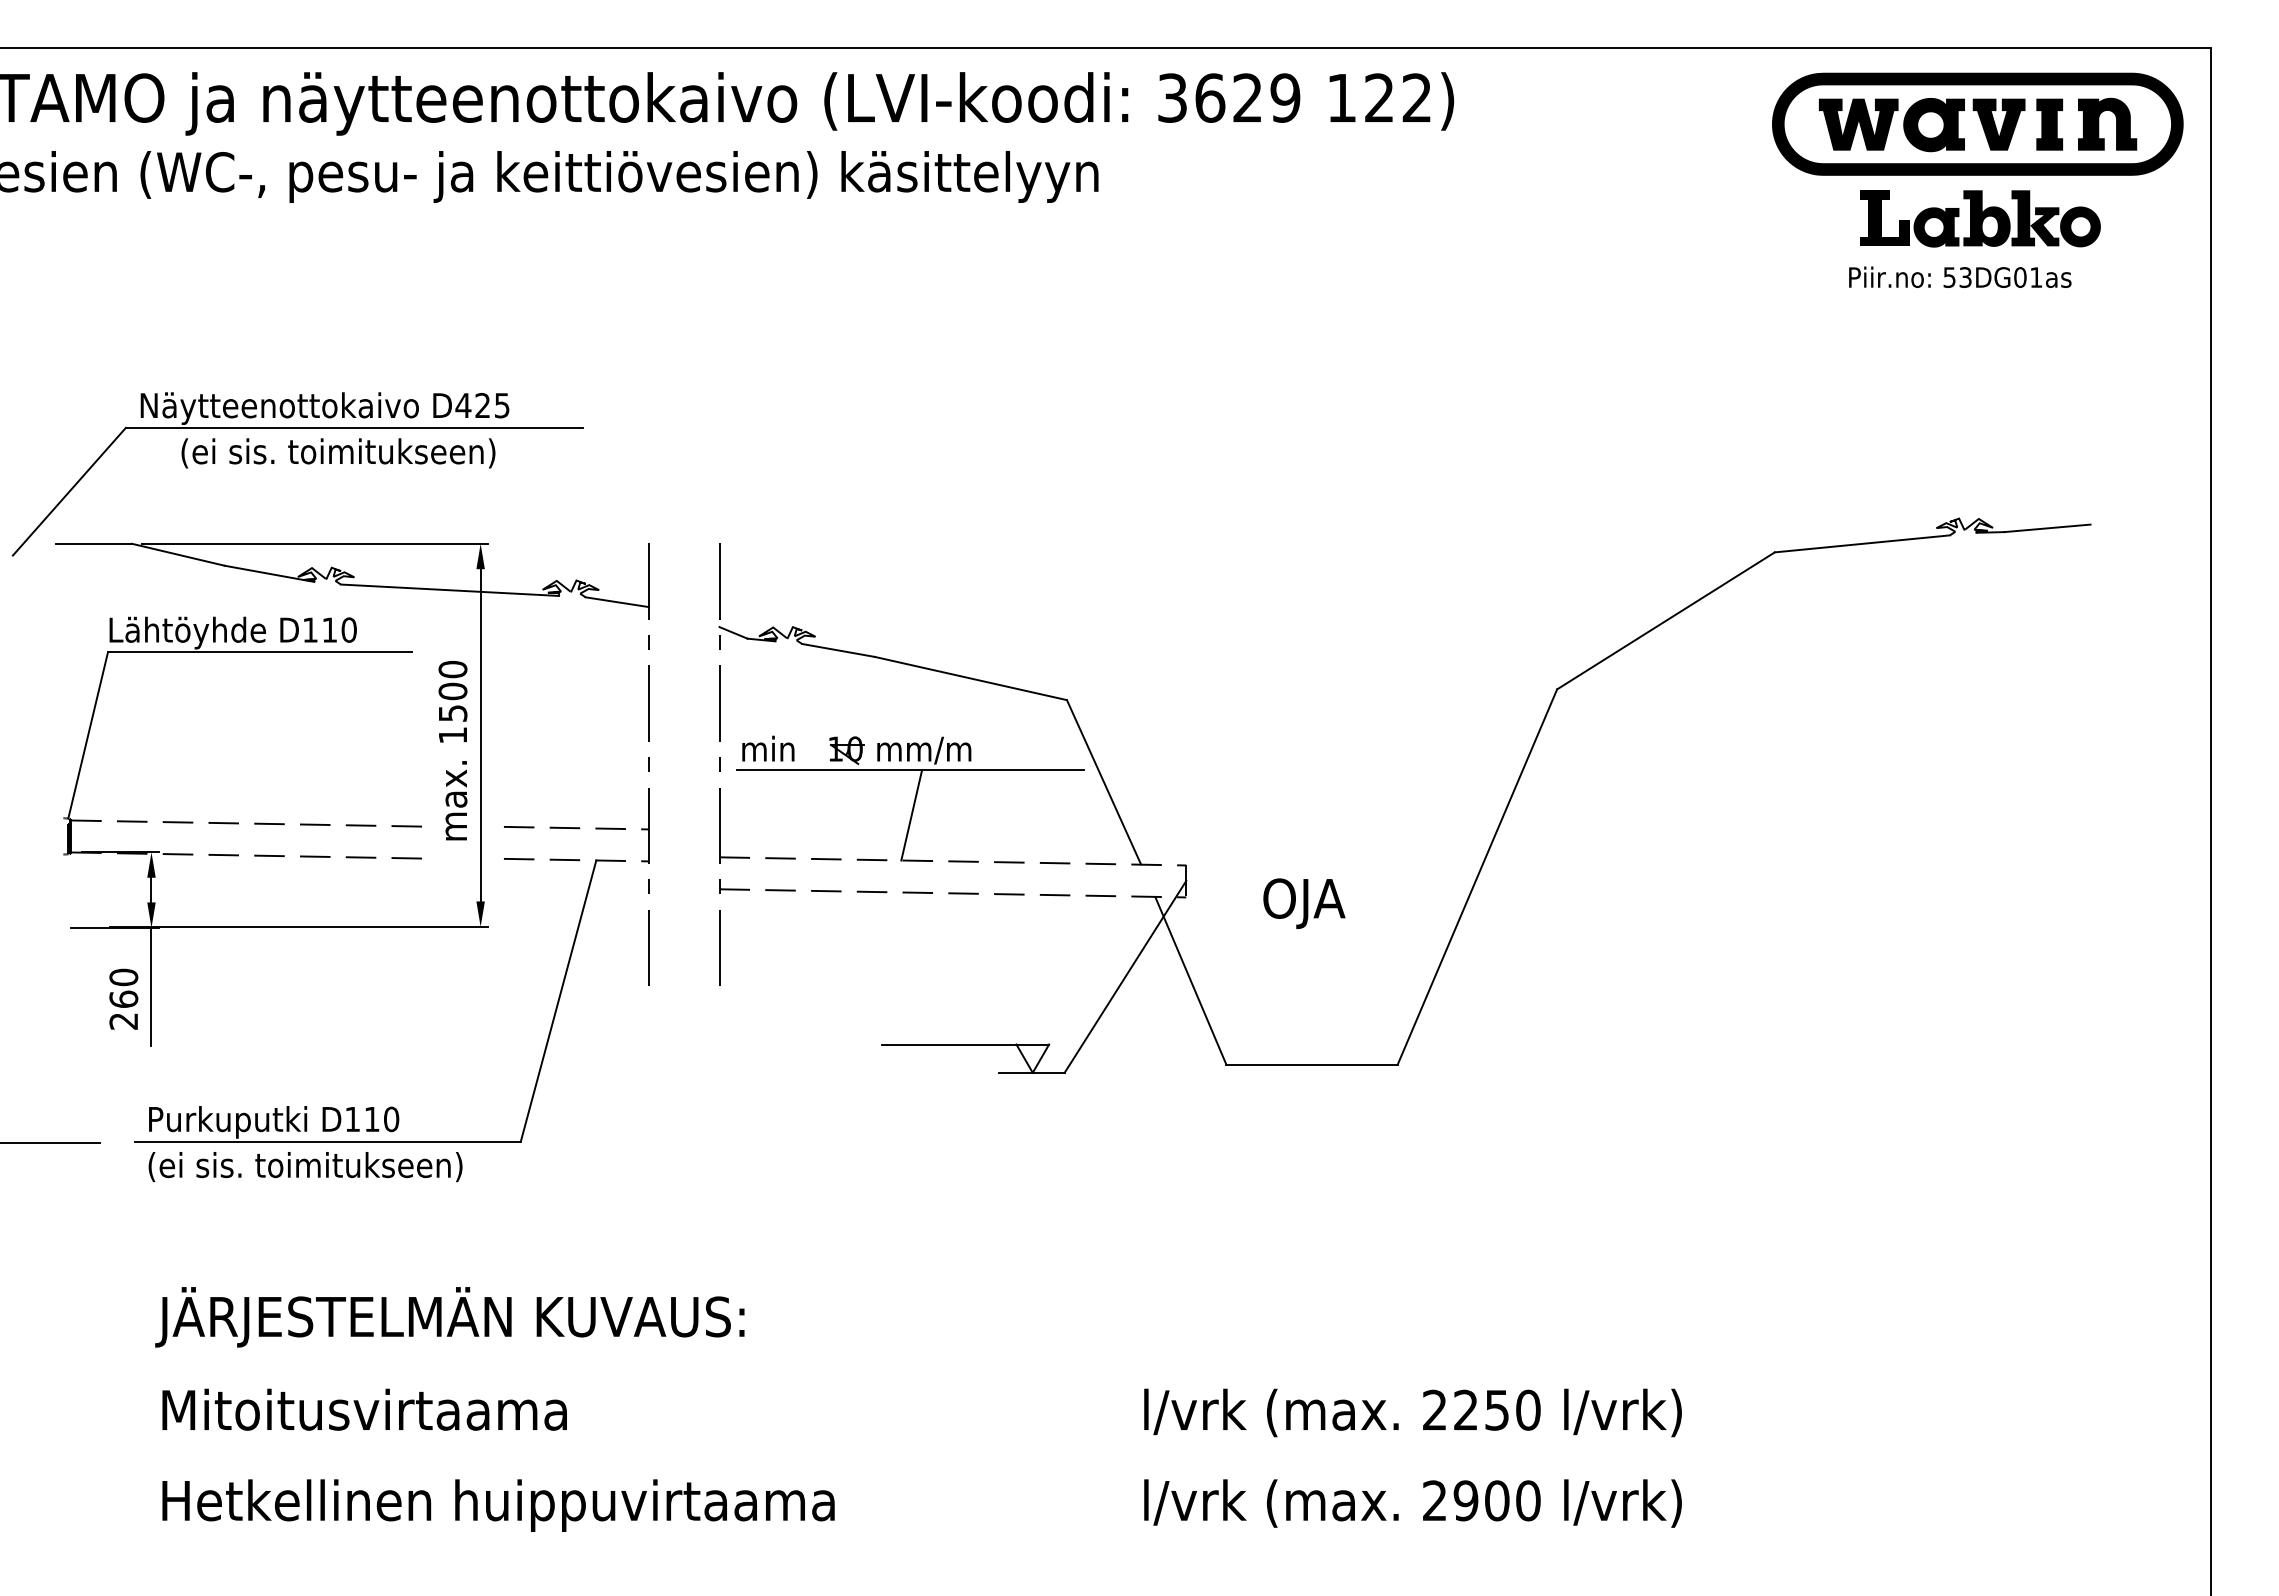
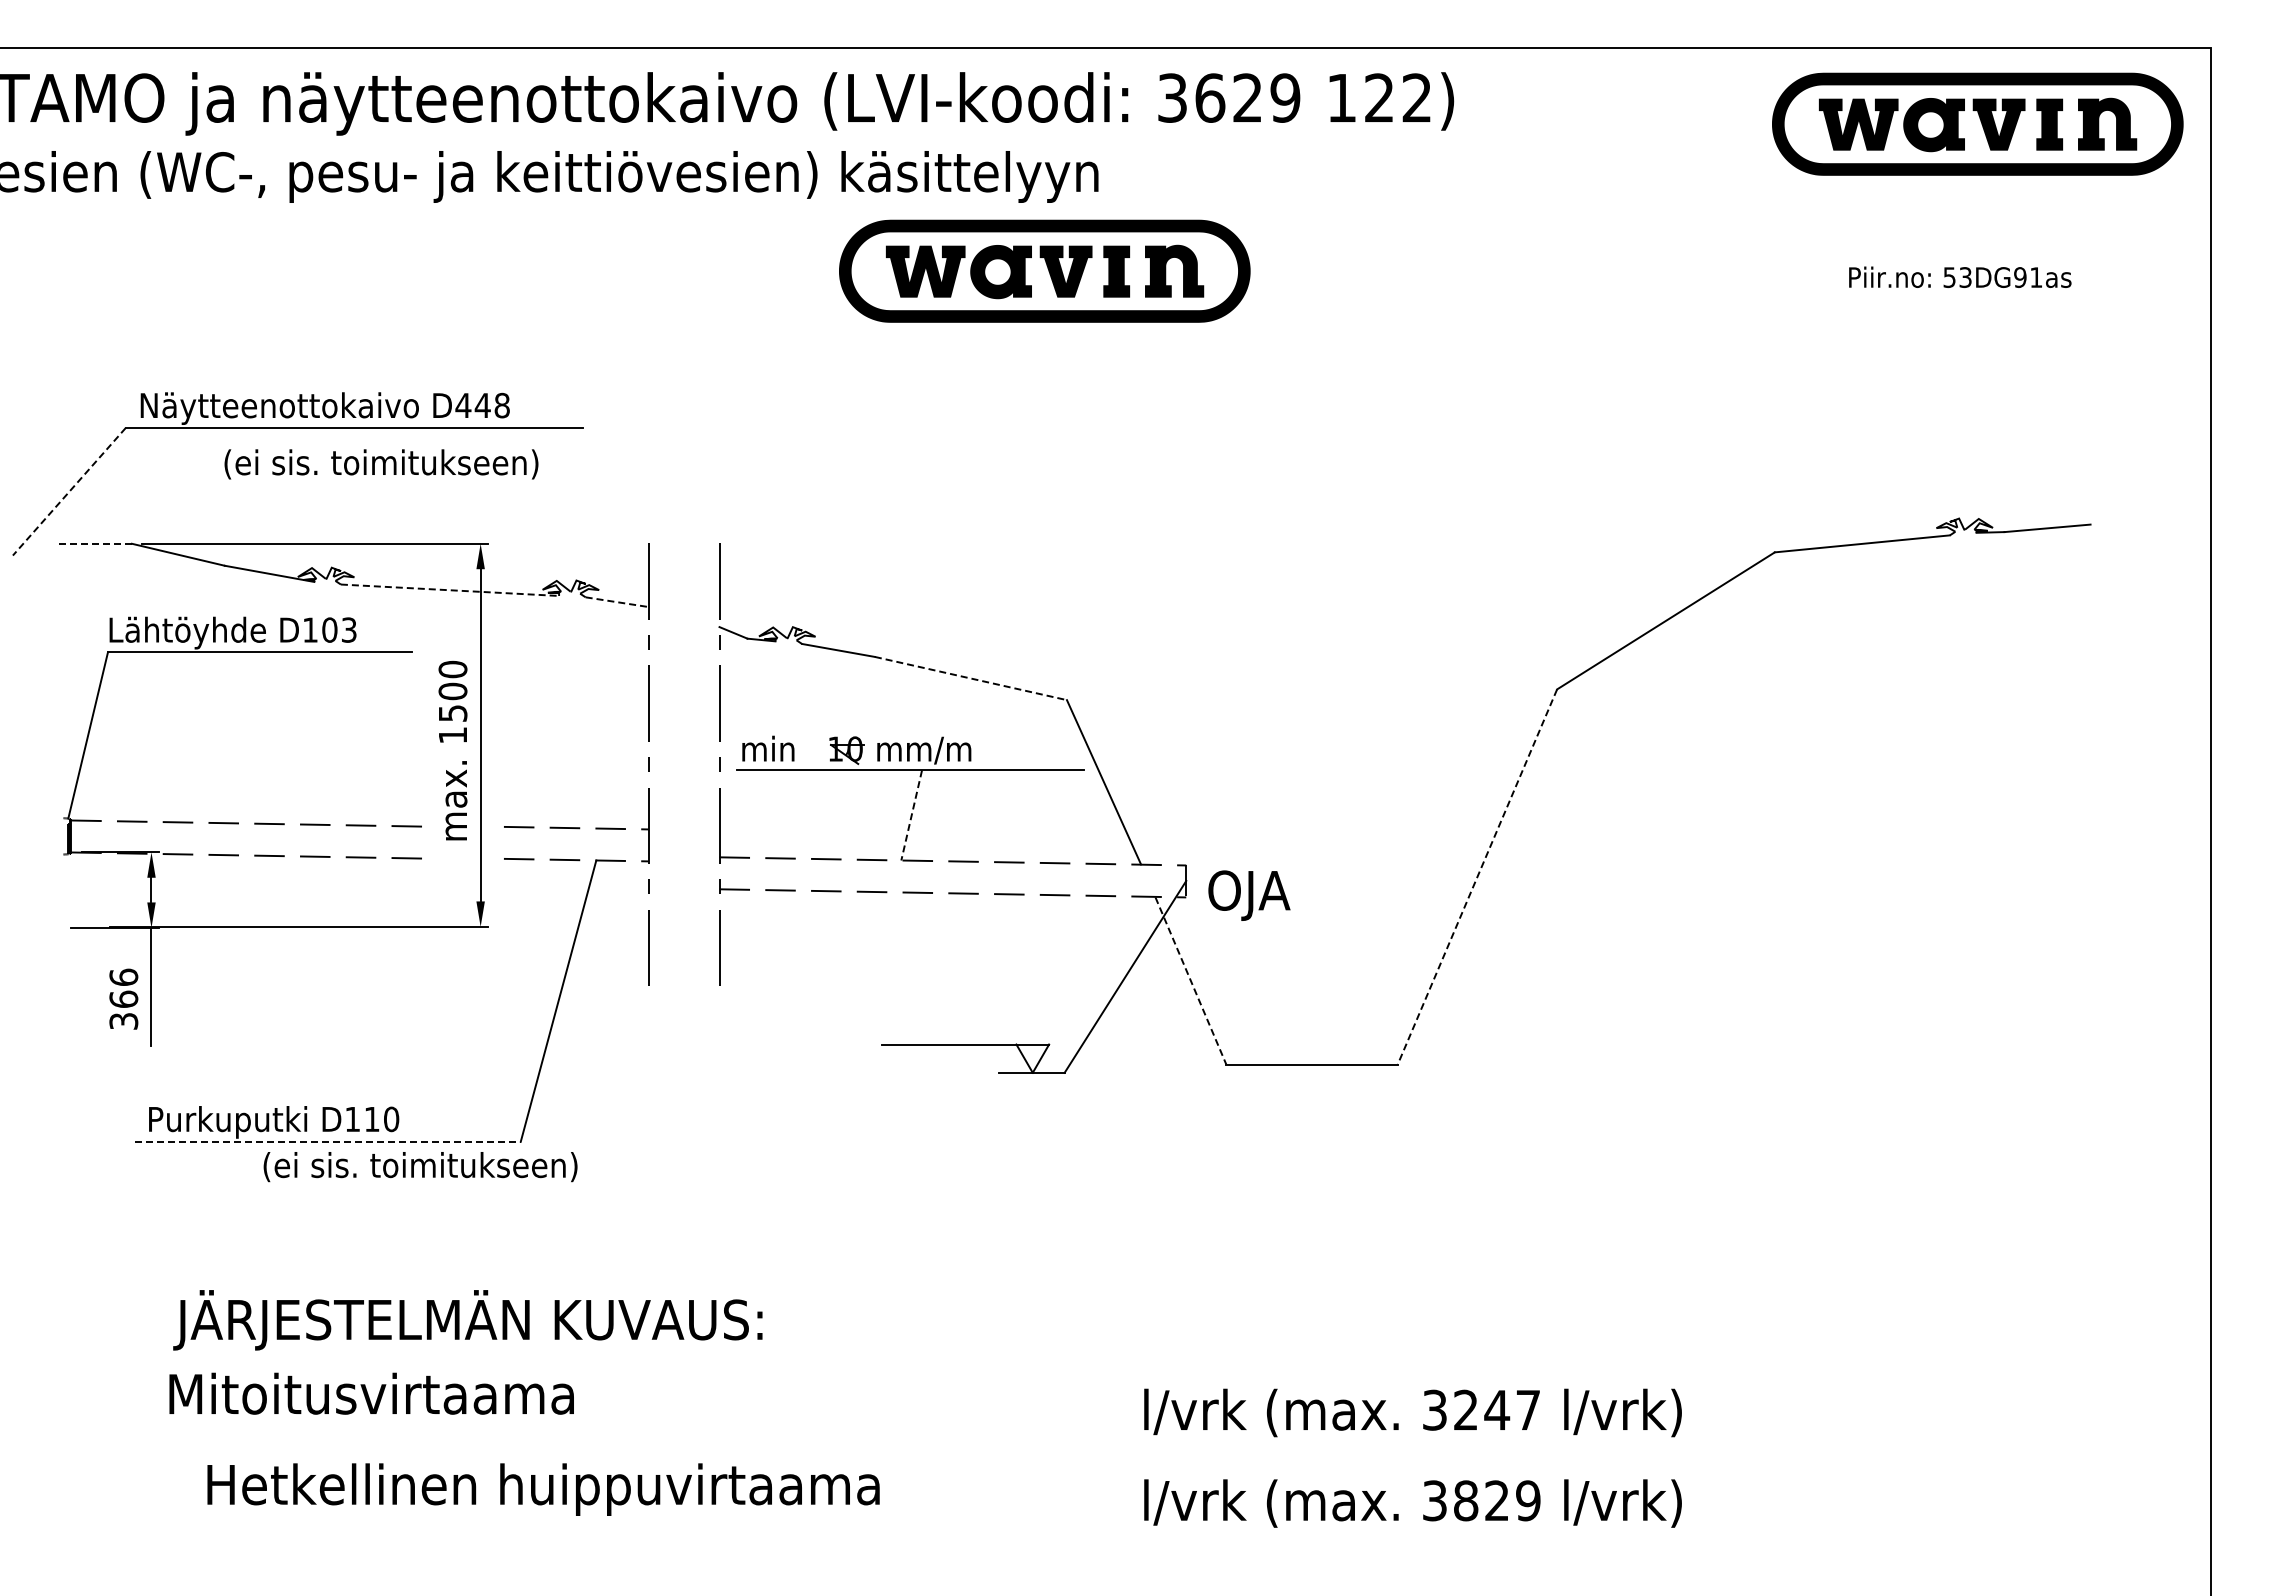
part at (1980, 218): present -> none
part at (1044, 270): none -> present
text at (2020, 277): 53DG01as -> 53DG91as
text at (491, 405): D425 -> D448
text at (338, 453) position: (338, 453) -> (381, 464)
line at (69, 492): solid -> dashed
line at (93, 543): solid -> dashed
line at (450, 590): solid -> dashed
line at (617, 602): solid -> dashed
text at (339, 629): D110 -> D103
line at (971, 678): solid -> dashed
line at (911, 815): solid -> dashed
line at (1477, 876): solid -> dashed
text at (1304, 903) position: (1304, 903) -> (1249, 895)
line at (1190, 981): solid -> dashed
text at (123, 998): 260 -> 366
line at (327, 1141): solid -> dashed
line at (51, 1142): present -> none
text at (305, 1167) position: (305, 1167) -> (420, 1167)
text at (449, 1317) position: (449, 1317) -> (467, 1320)
text at (364, 1409) position: (364, 1409) -> (371, 1393)
text at (1481, 1409): 2250 -> 3247
text at (1481, 1500): 2900 -> 3829
text at (498, 1505) position: (498, 1505) -> (543, 1489)
